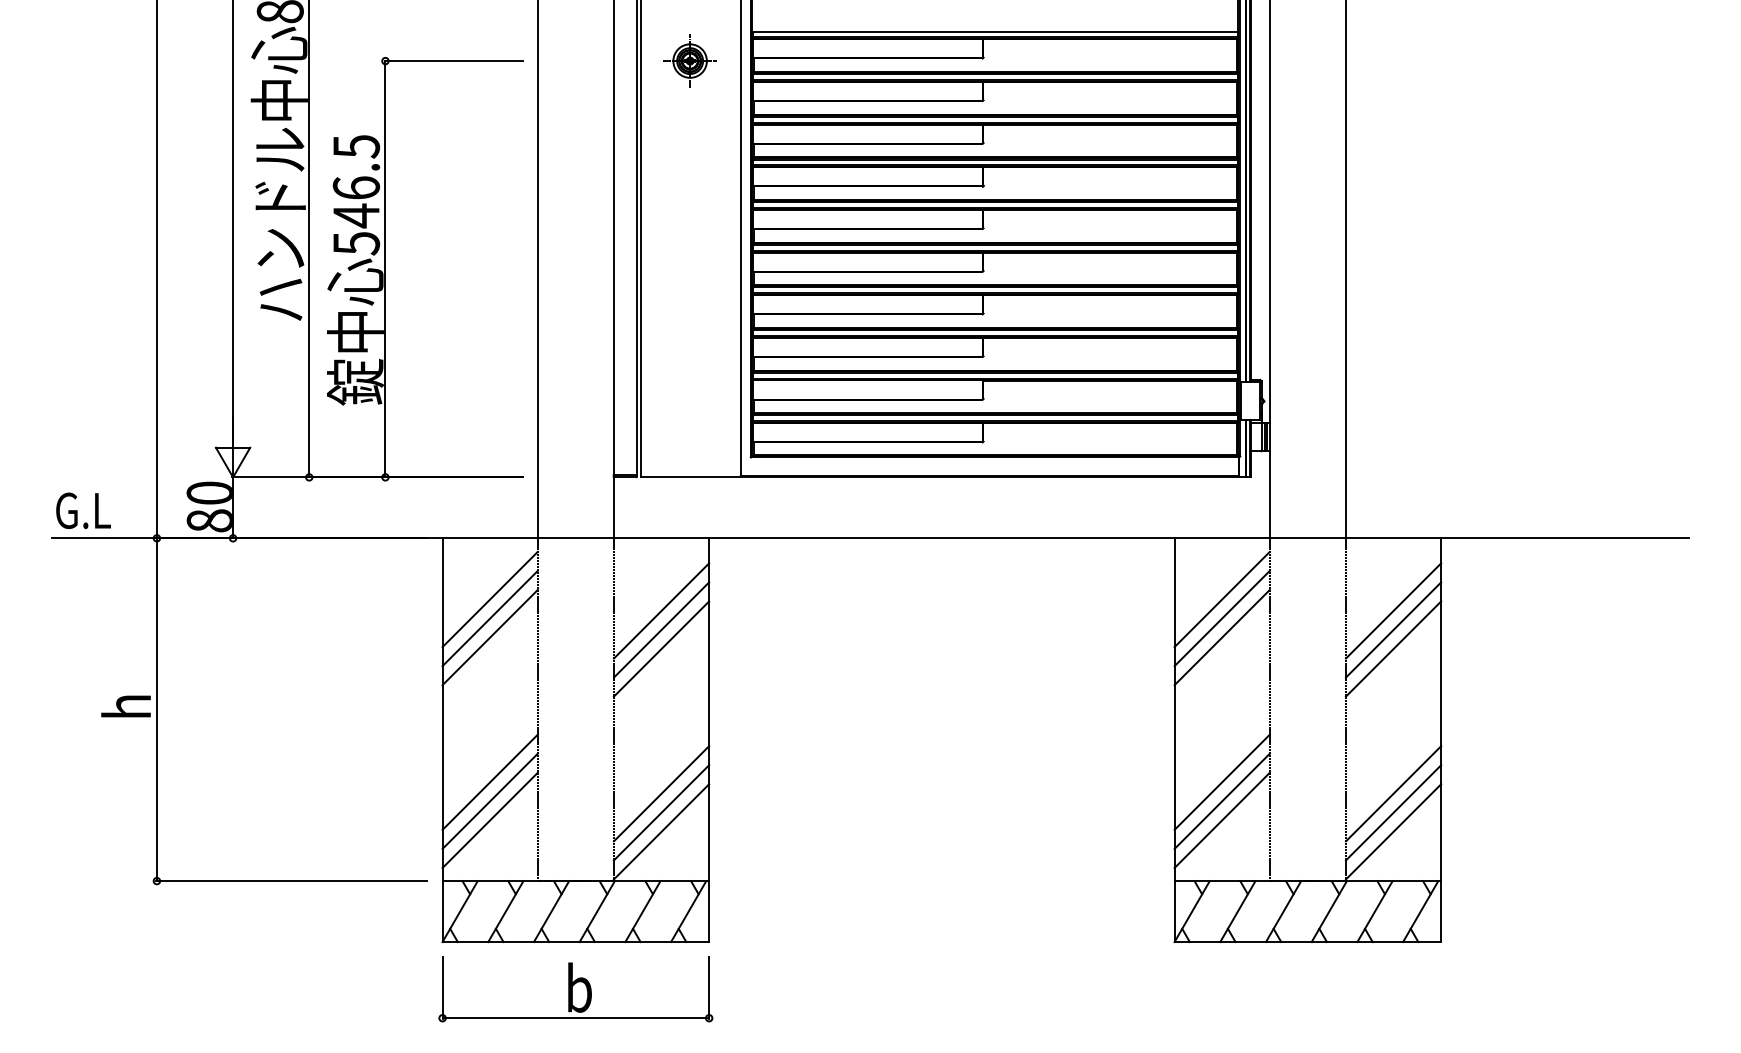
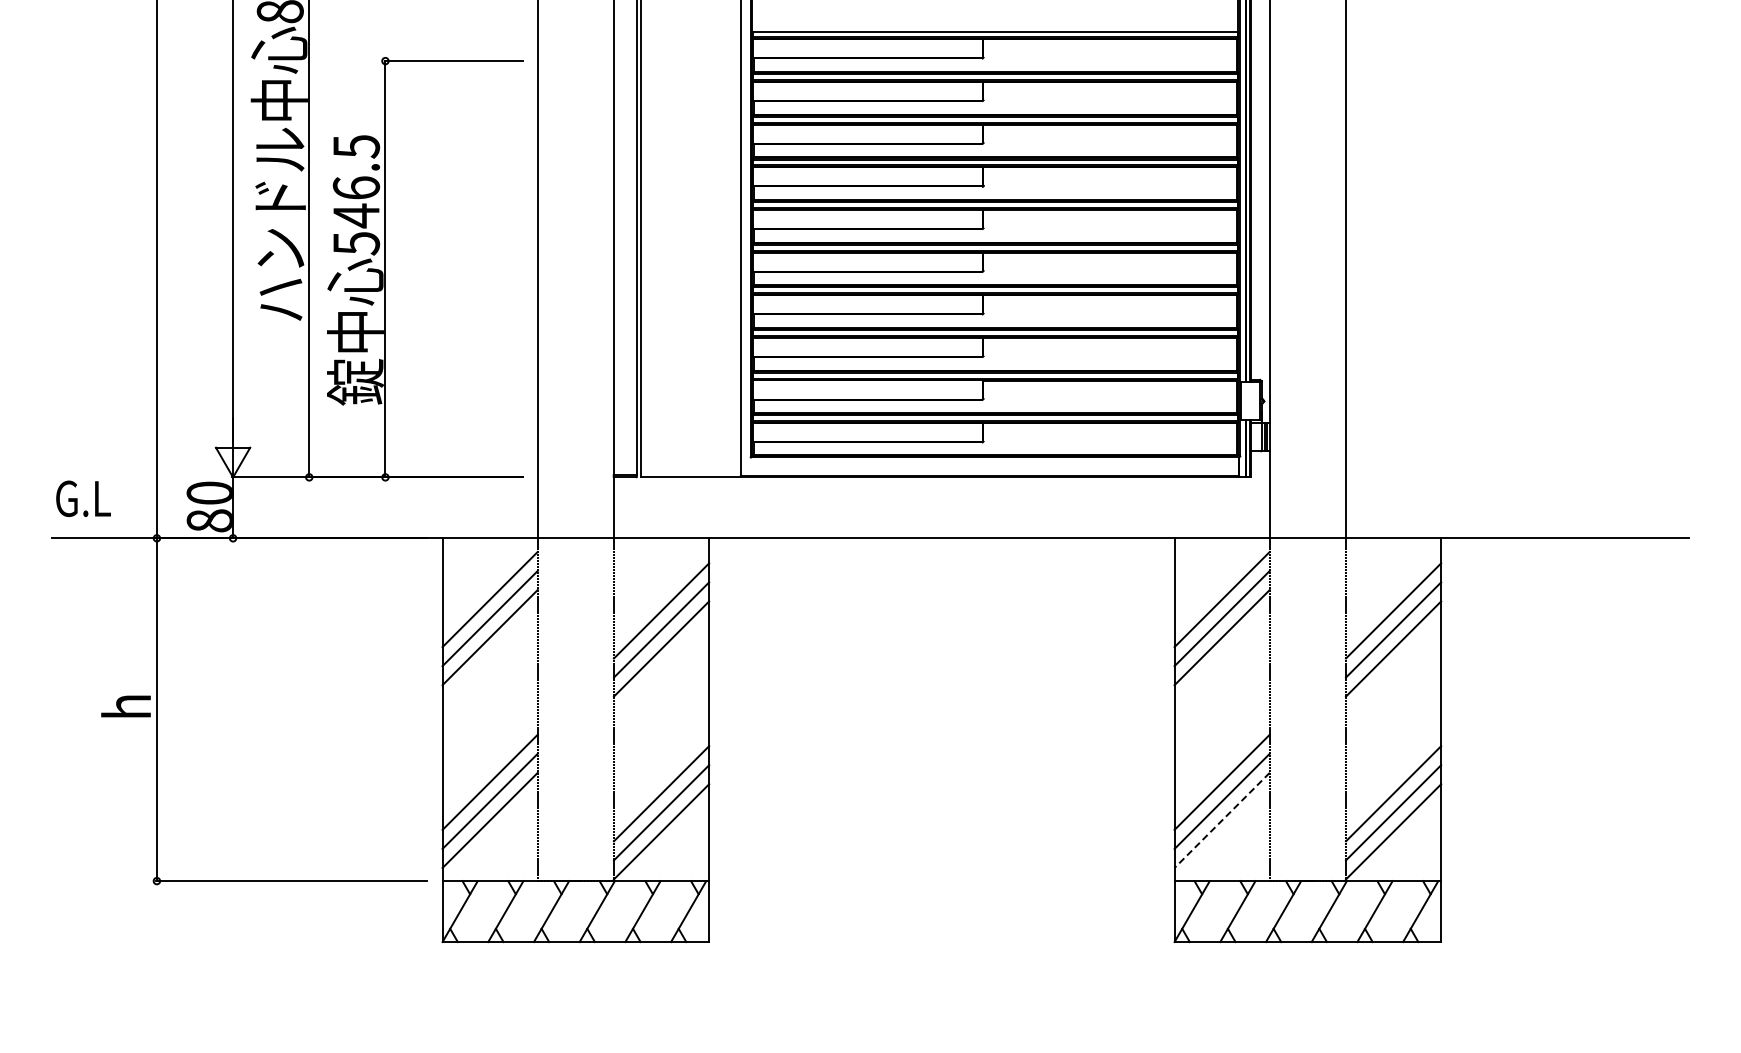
part at (689, 60): present -> none
text at (83, 510) position: (83, 510) -> (83, 498)
line at (1221, 820): solid -> dashed
part at (575, 989): present -> none
